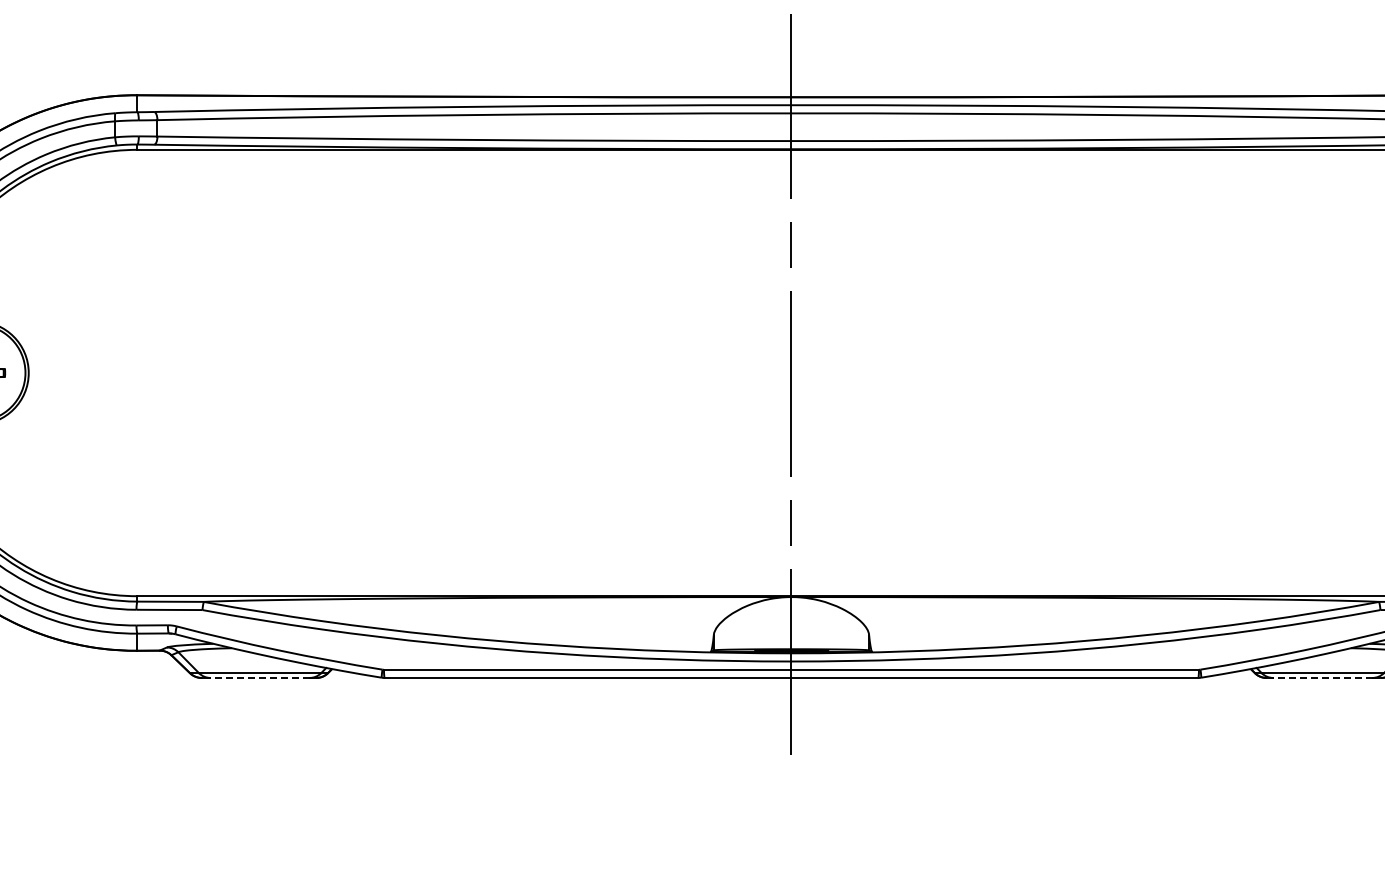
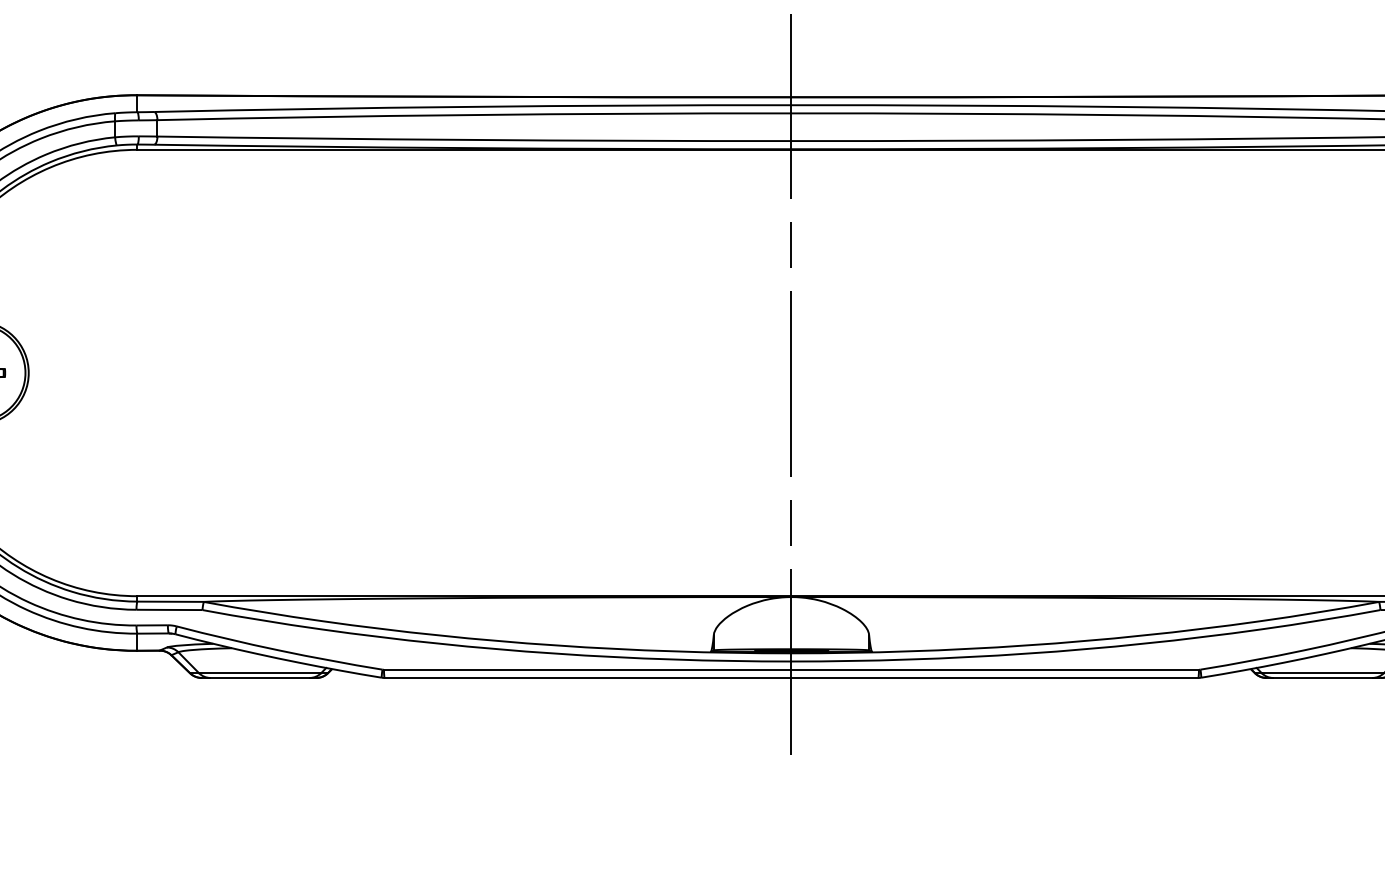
line at (260, 677): dashed -> solid
line at (1322, 677): dashed -> solid
